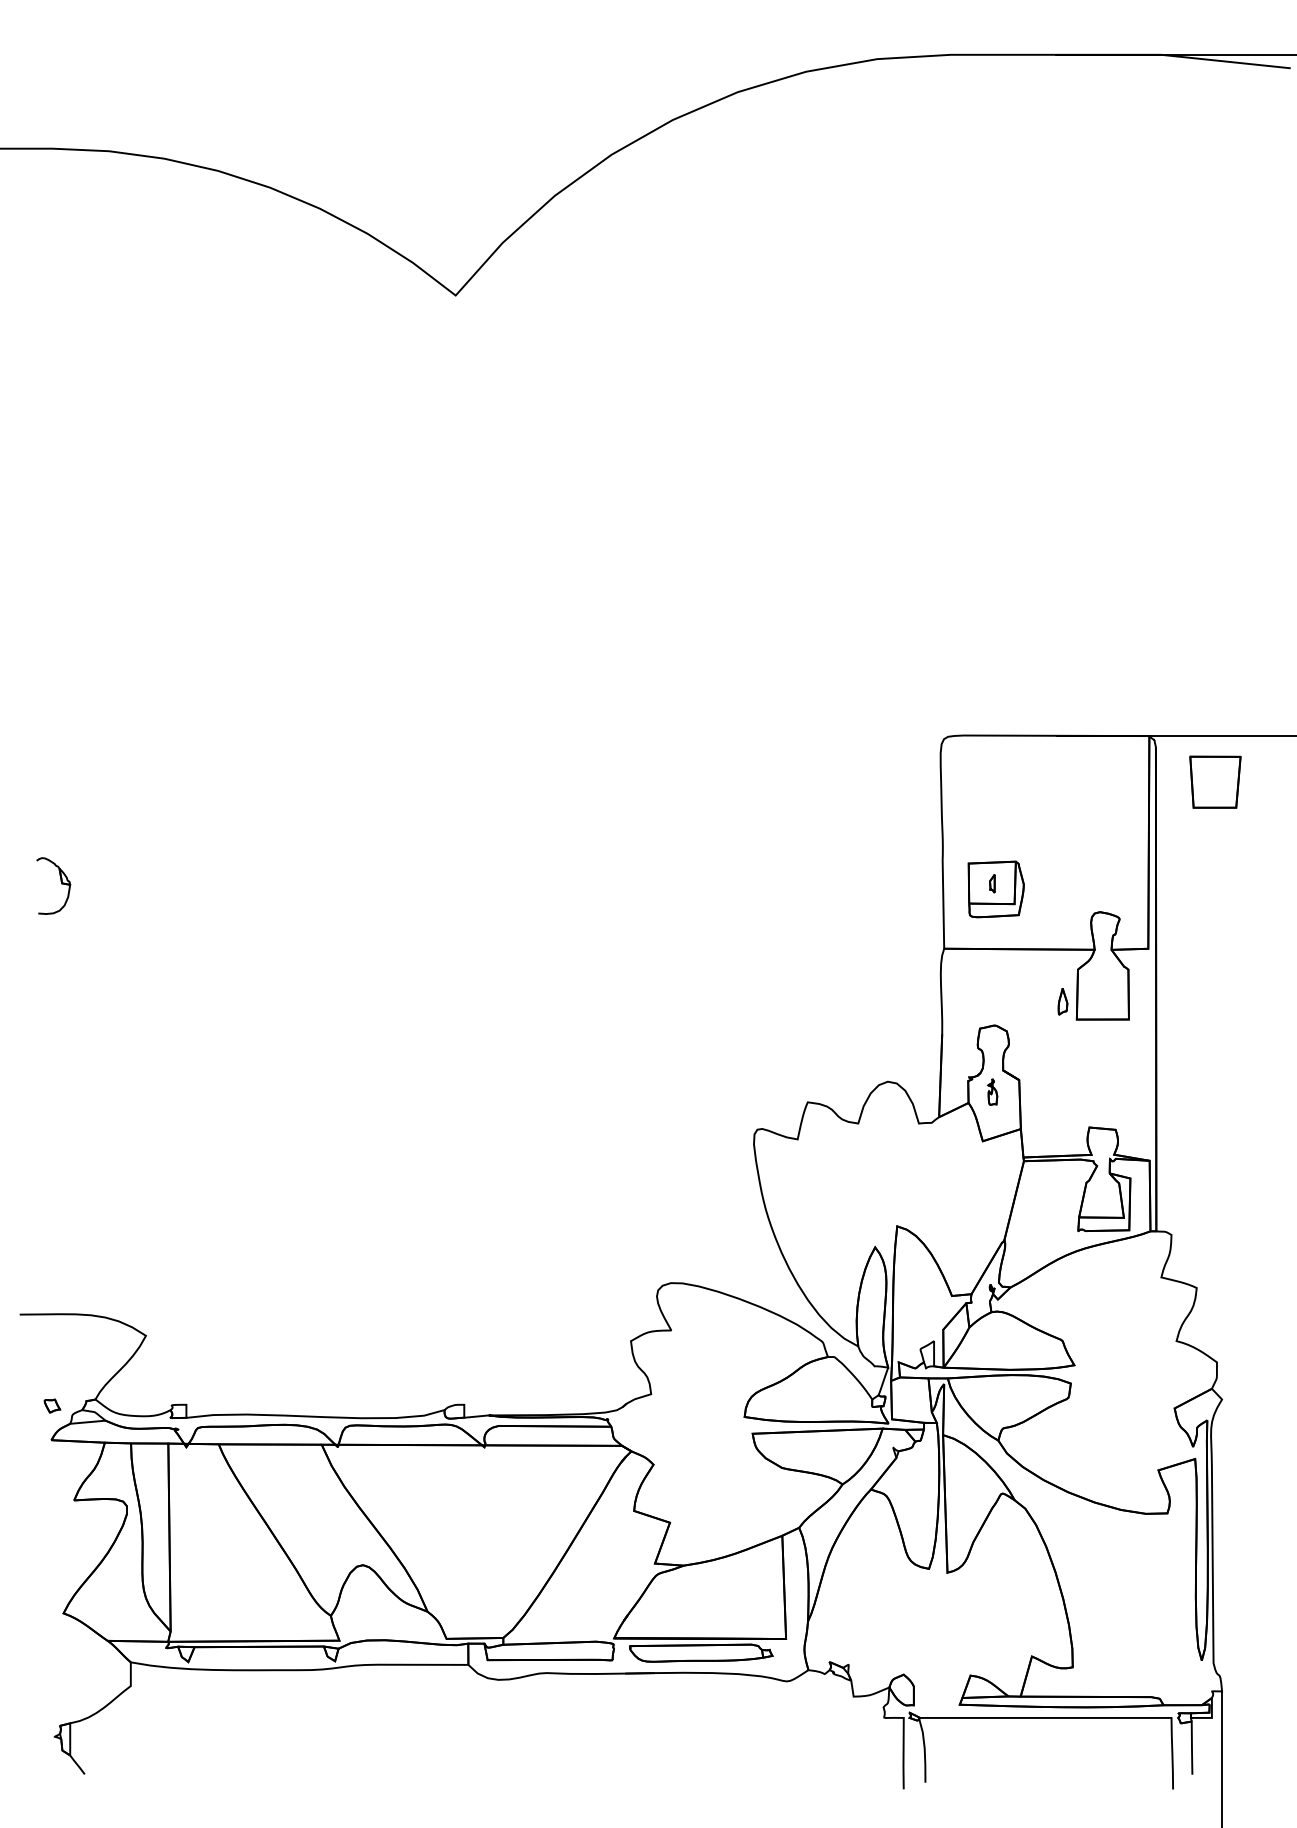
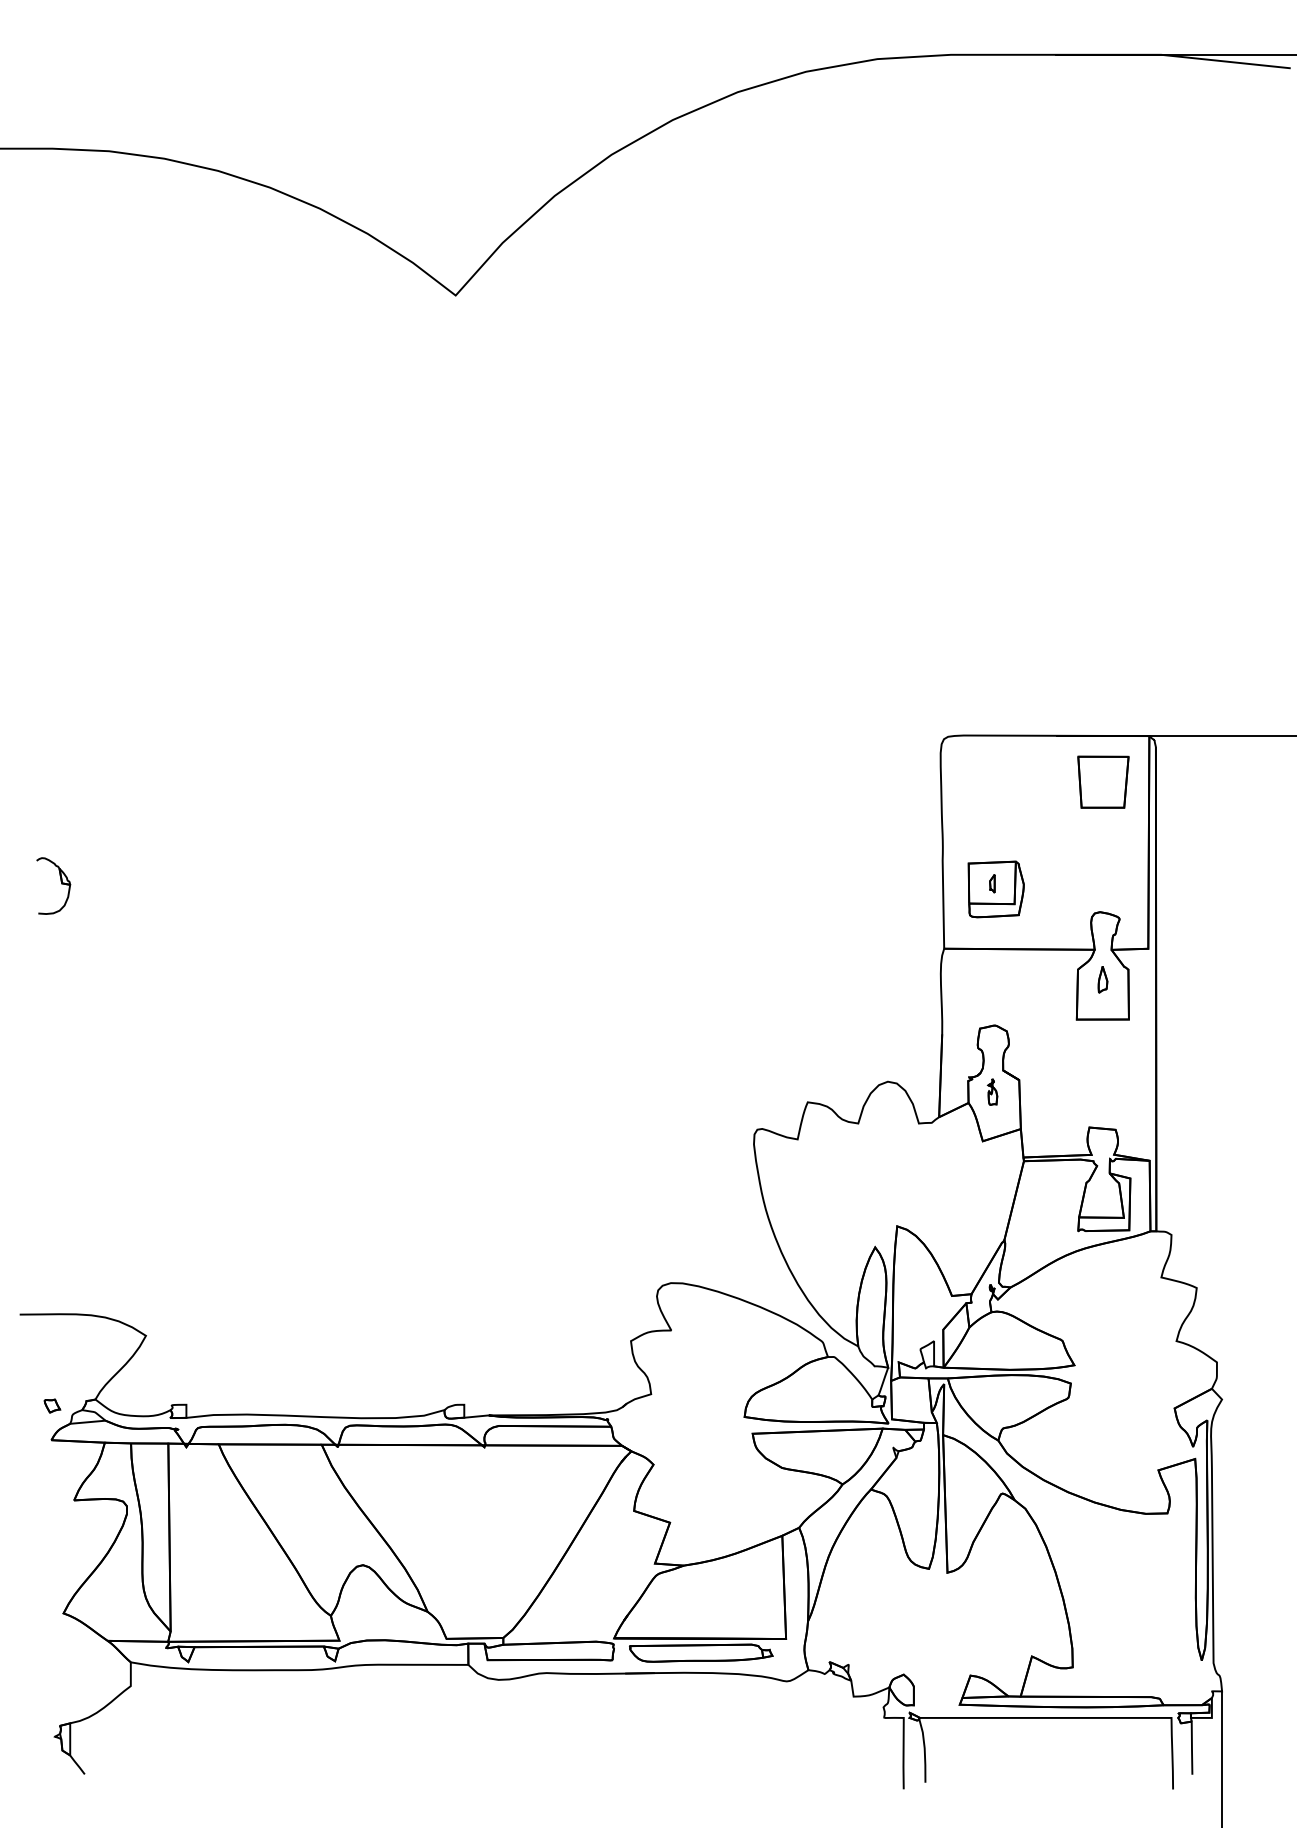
part at (1215, 781) position: (1215, 781) -> (1103, 781)
part at (1062, 1001) position: (1062, 1001) -> (1102, 979)
